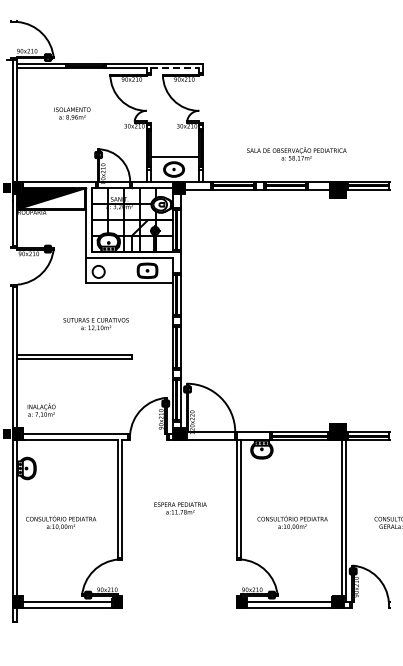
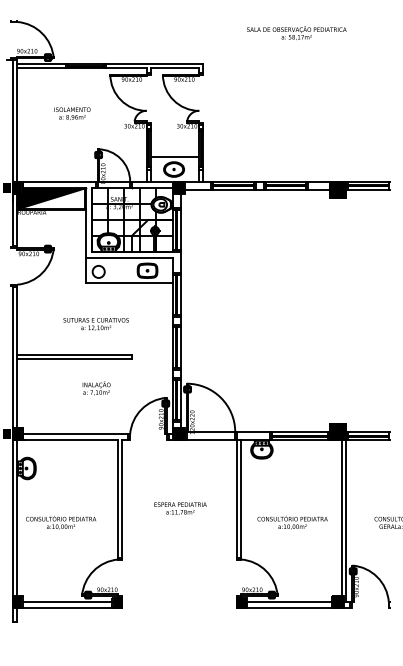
line at (175, 68): dashed -> solid
text at (296, 153) position: (296, 153) -> (296, 32)
text at (41, 410) position: (41, 410) -> (96, 388)
